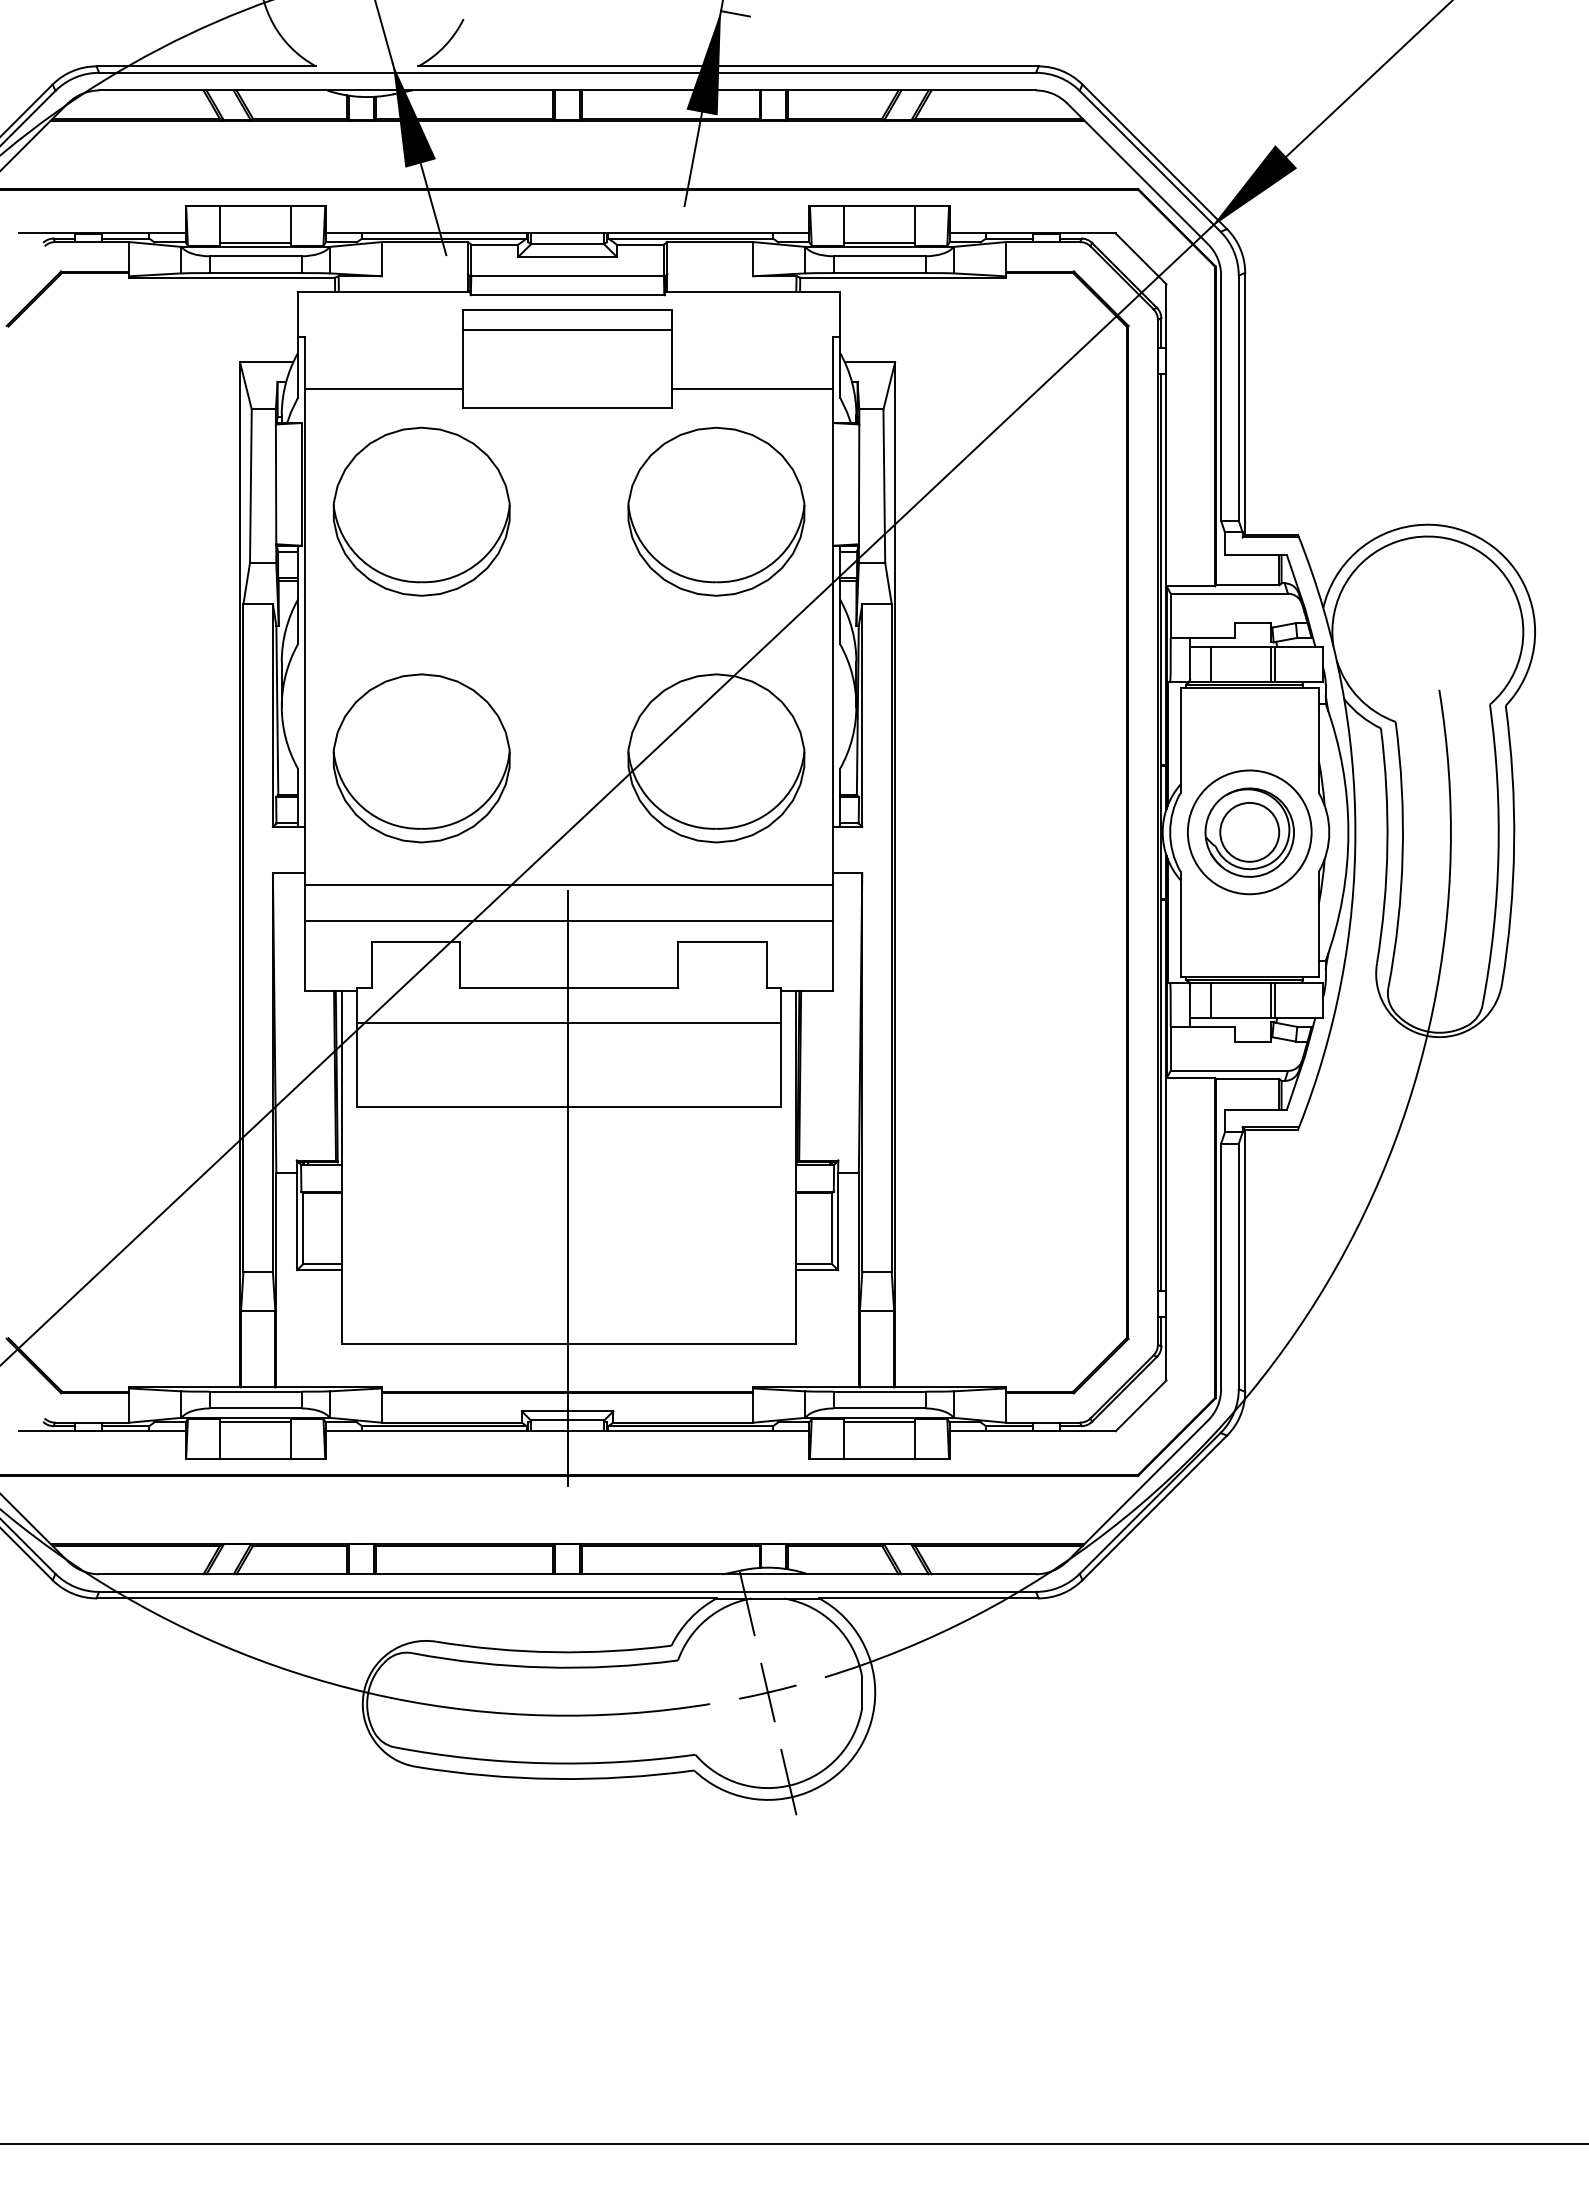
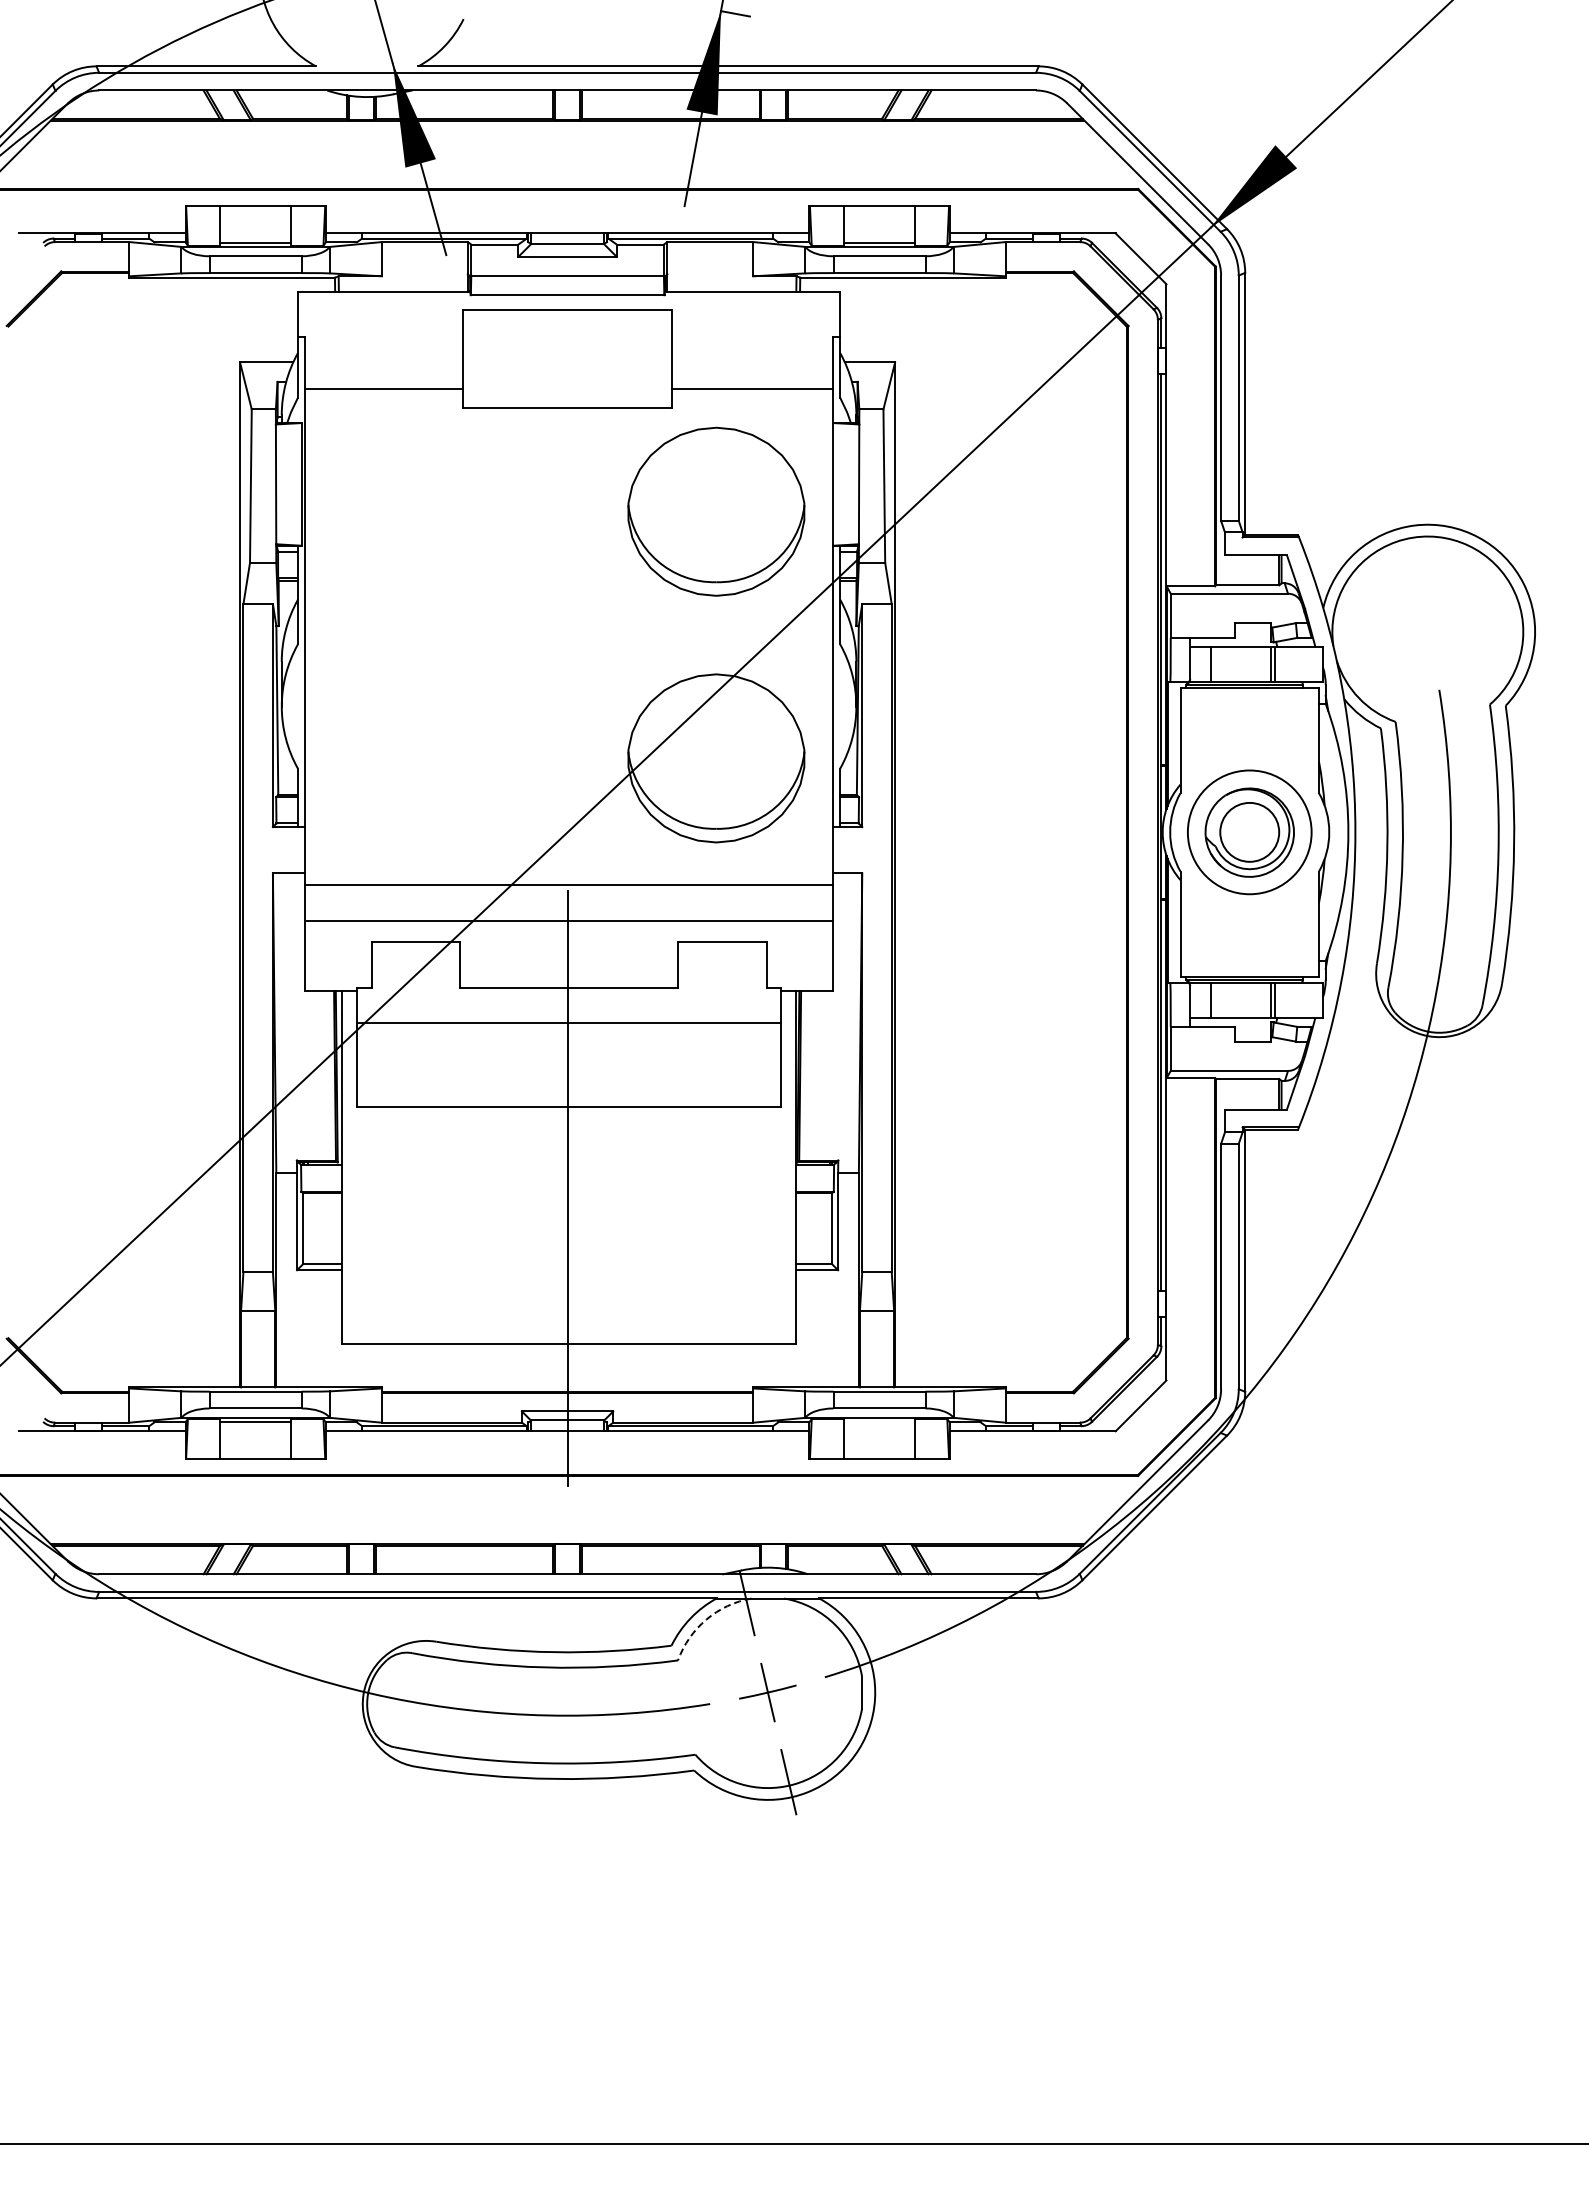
line at (567, 329): present -> none
part at (421, 511): present -> none
part at (421, 758): present -> none
line at (879, 1421): present -> none
arc at (706, 1619): solid -> dashed
